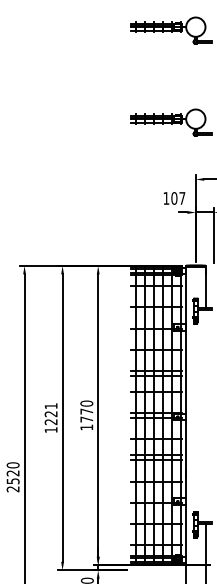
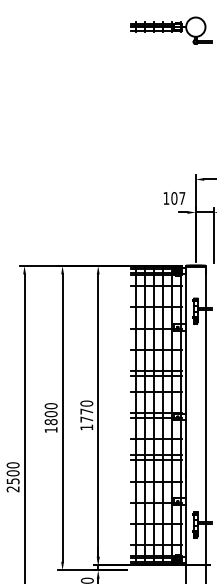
part at (171, 122): present -> none
text at (50, 414): 1221 -> 1800
line at (205, 415): none -> present
text at (12, 473): 2520 -> 2500
